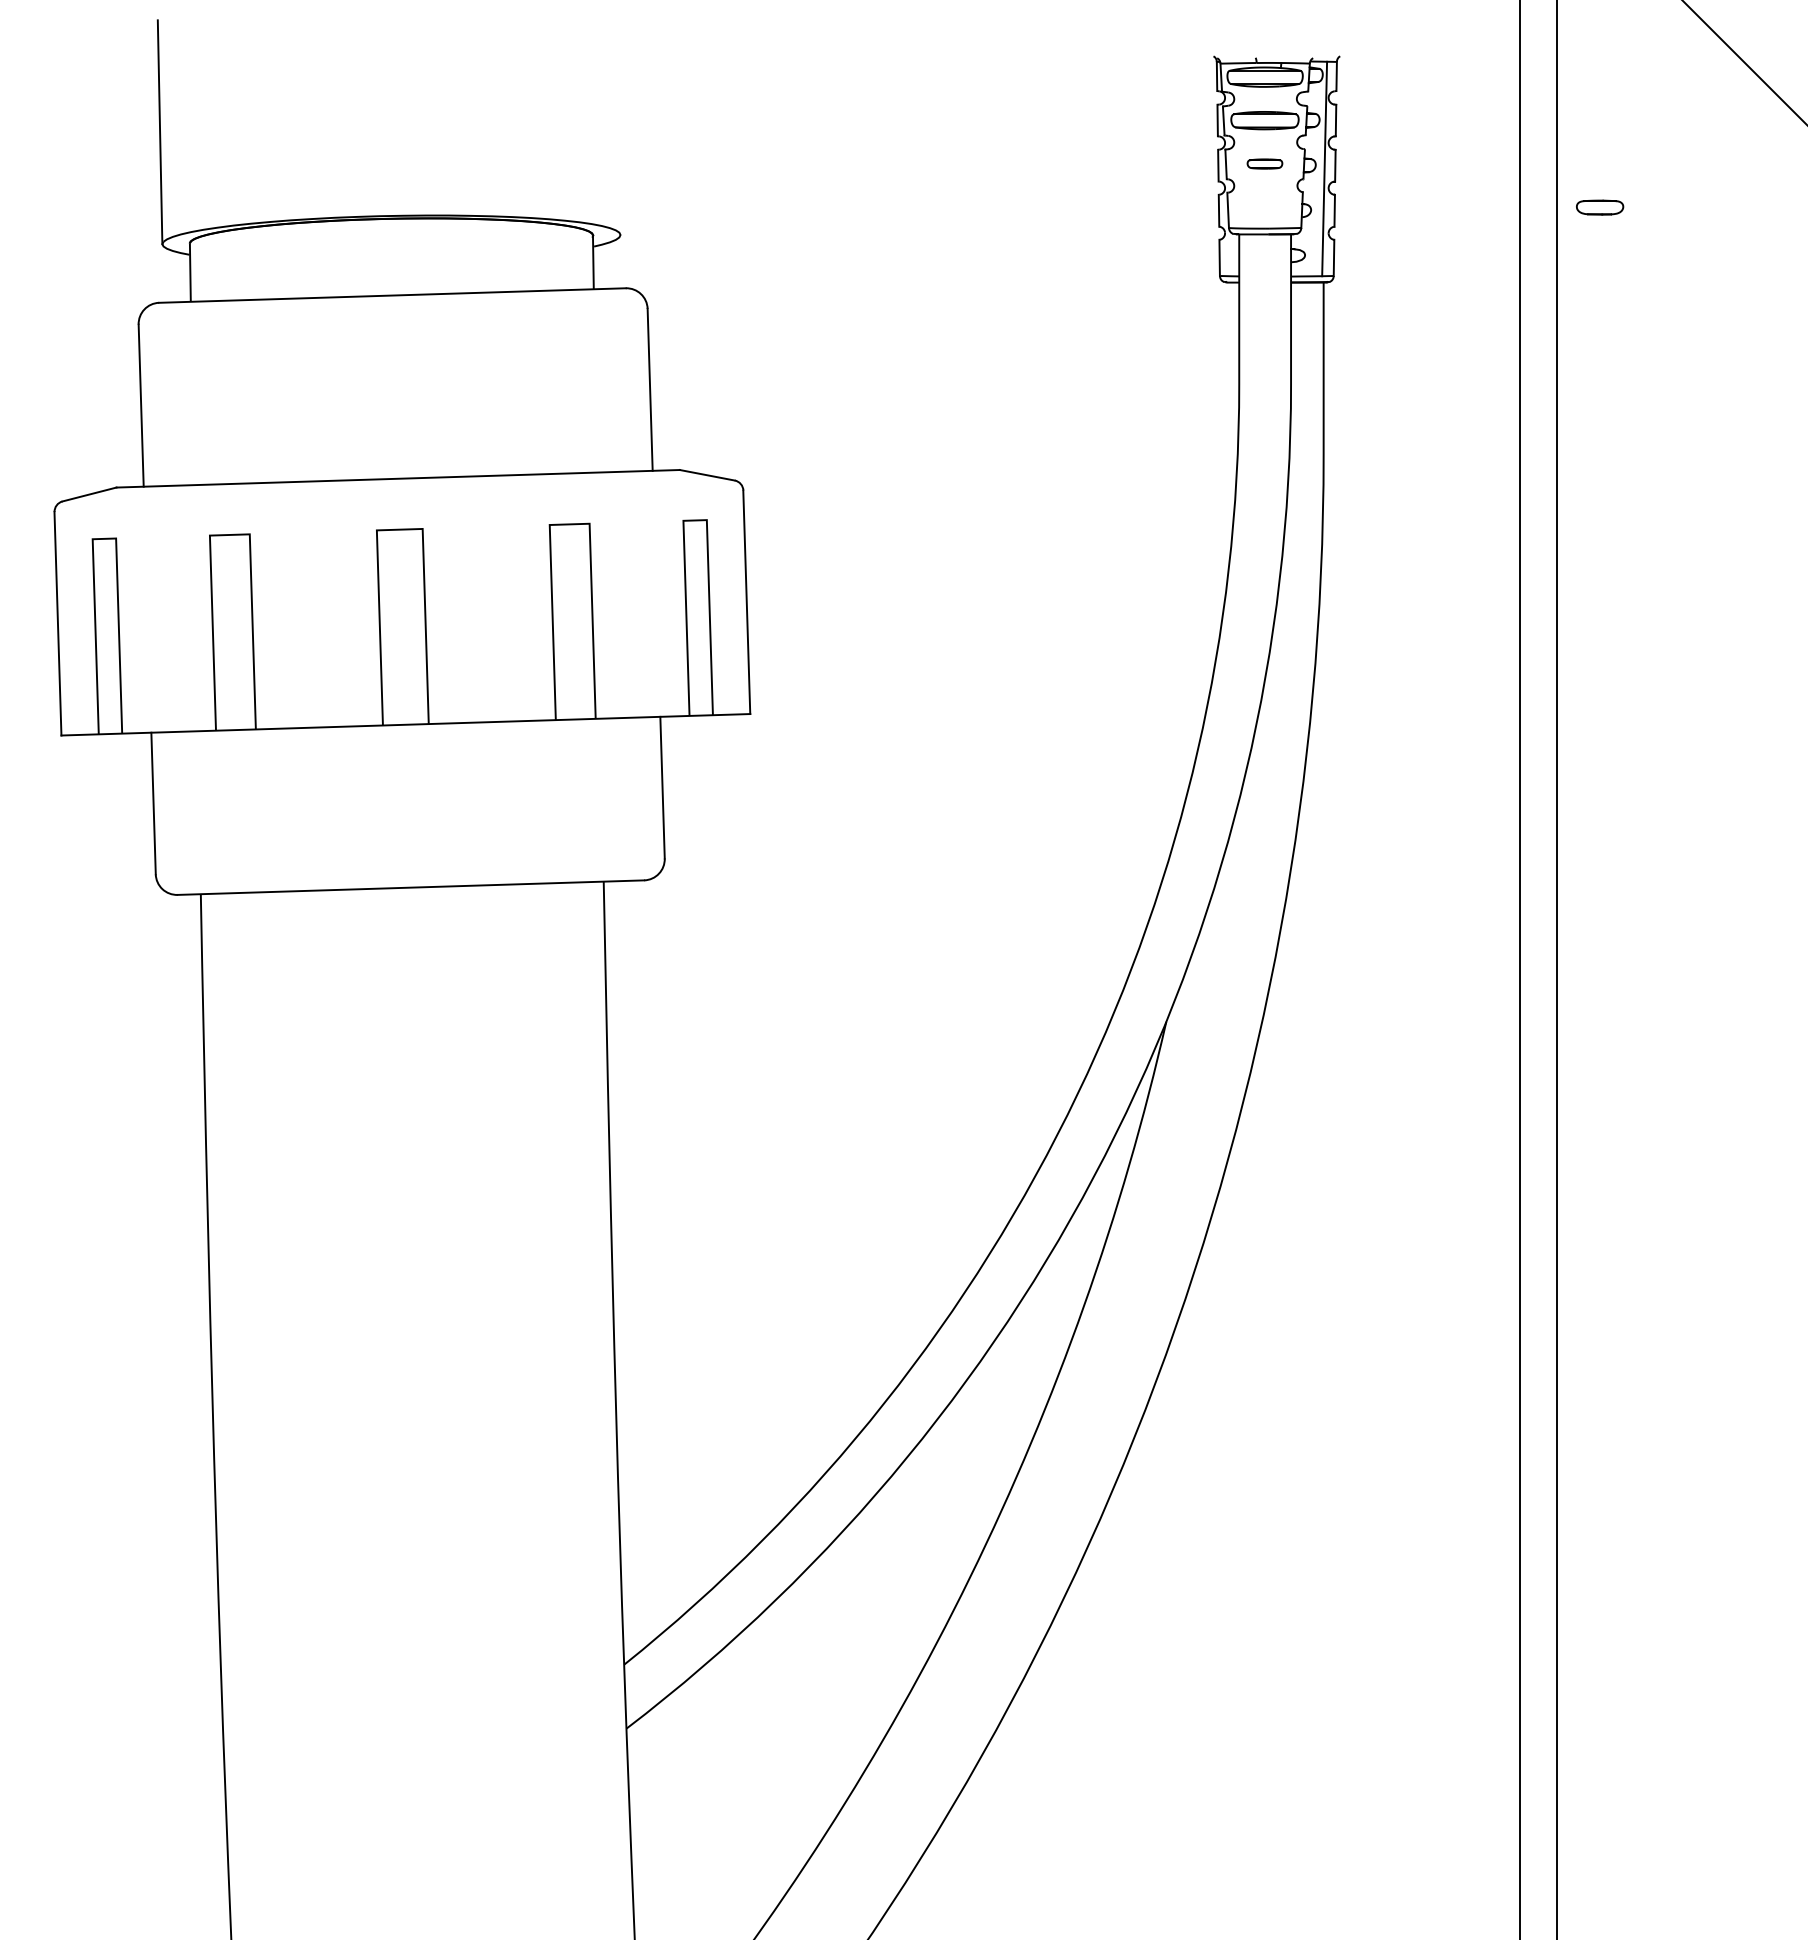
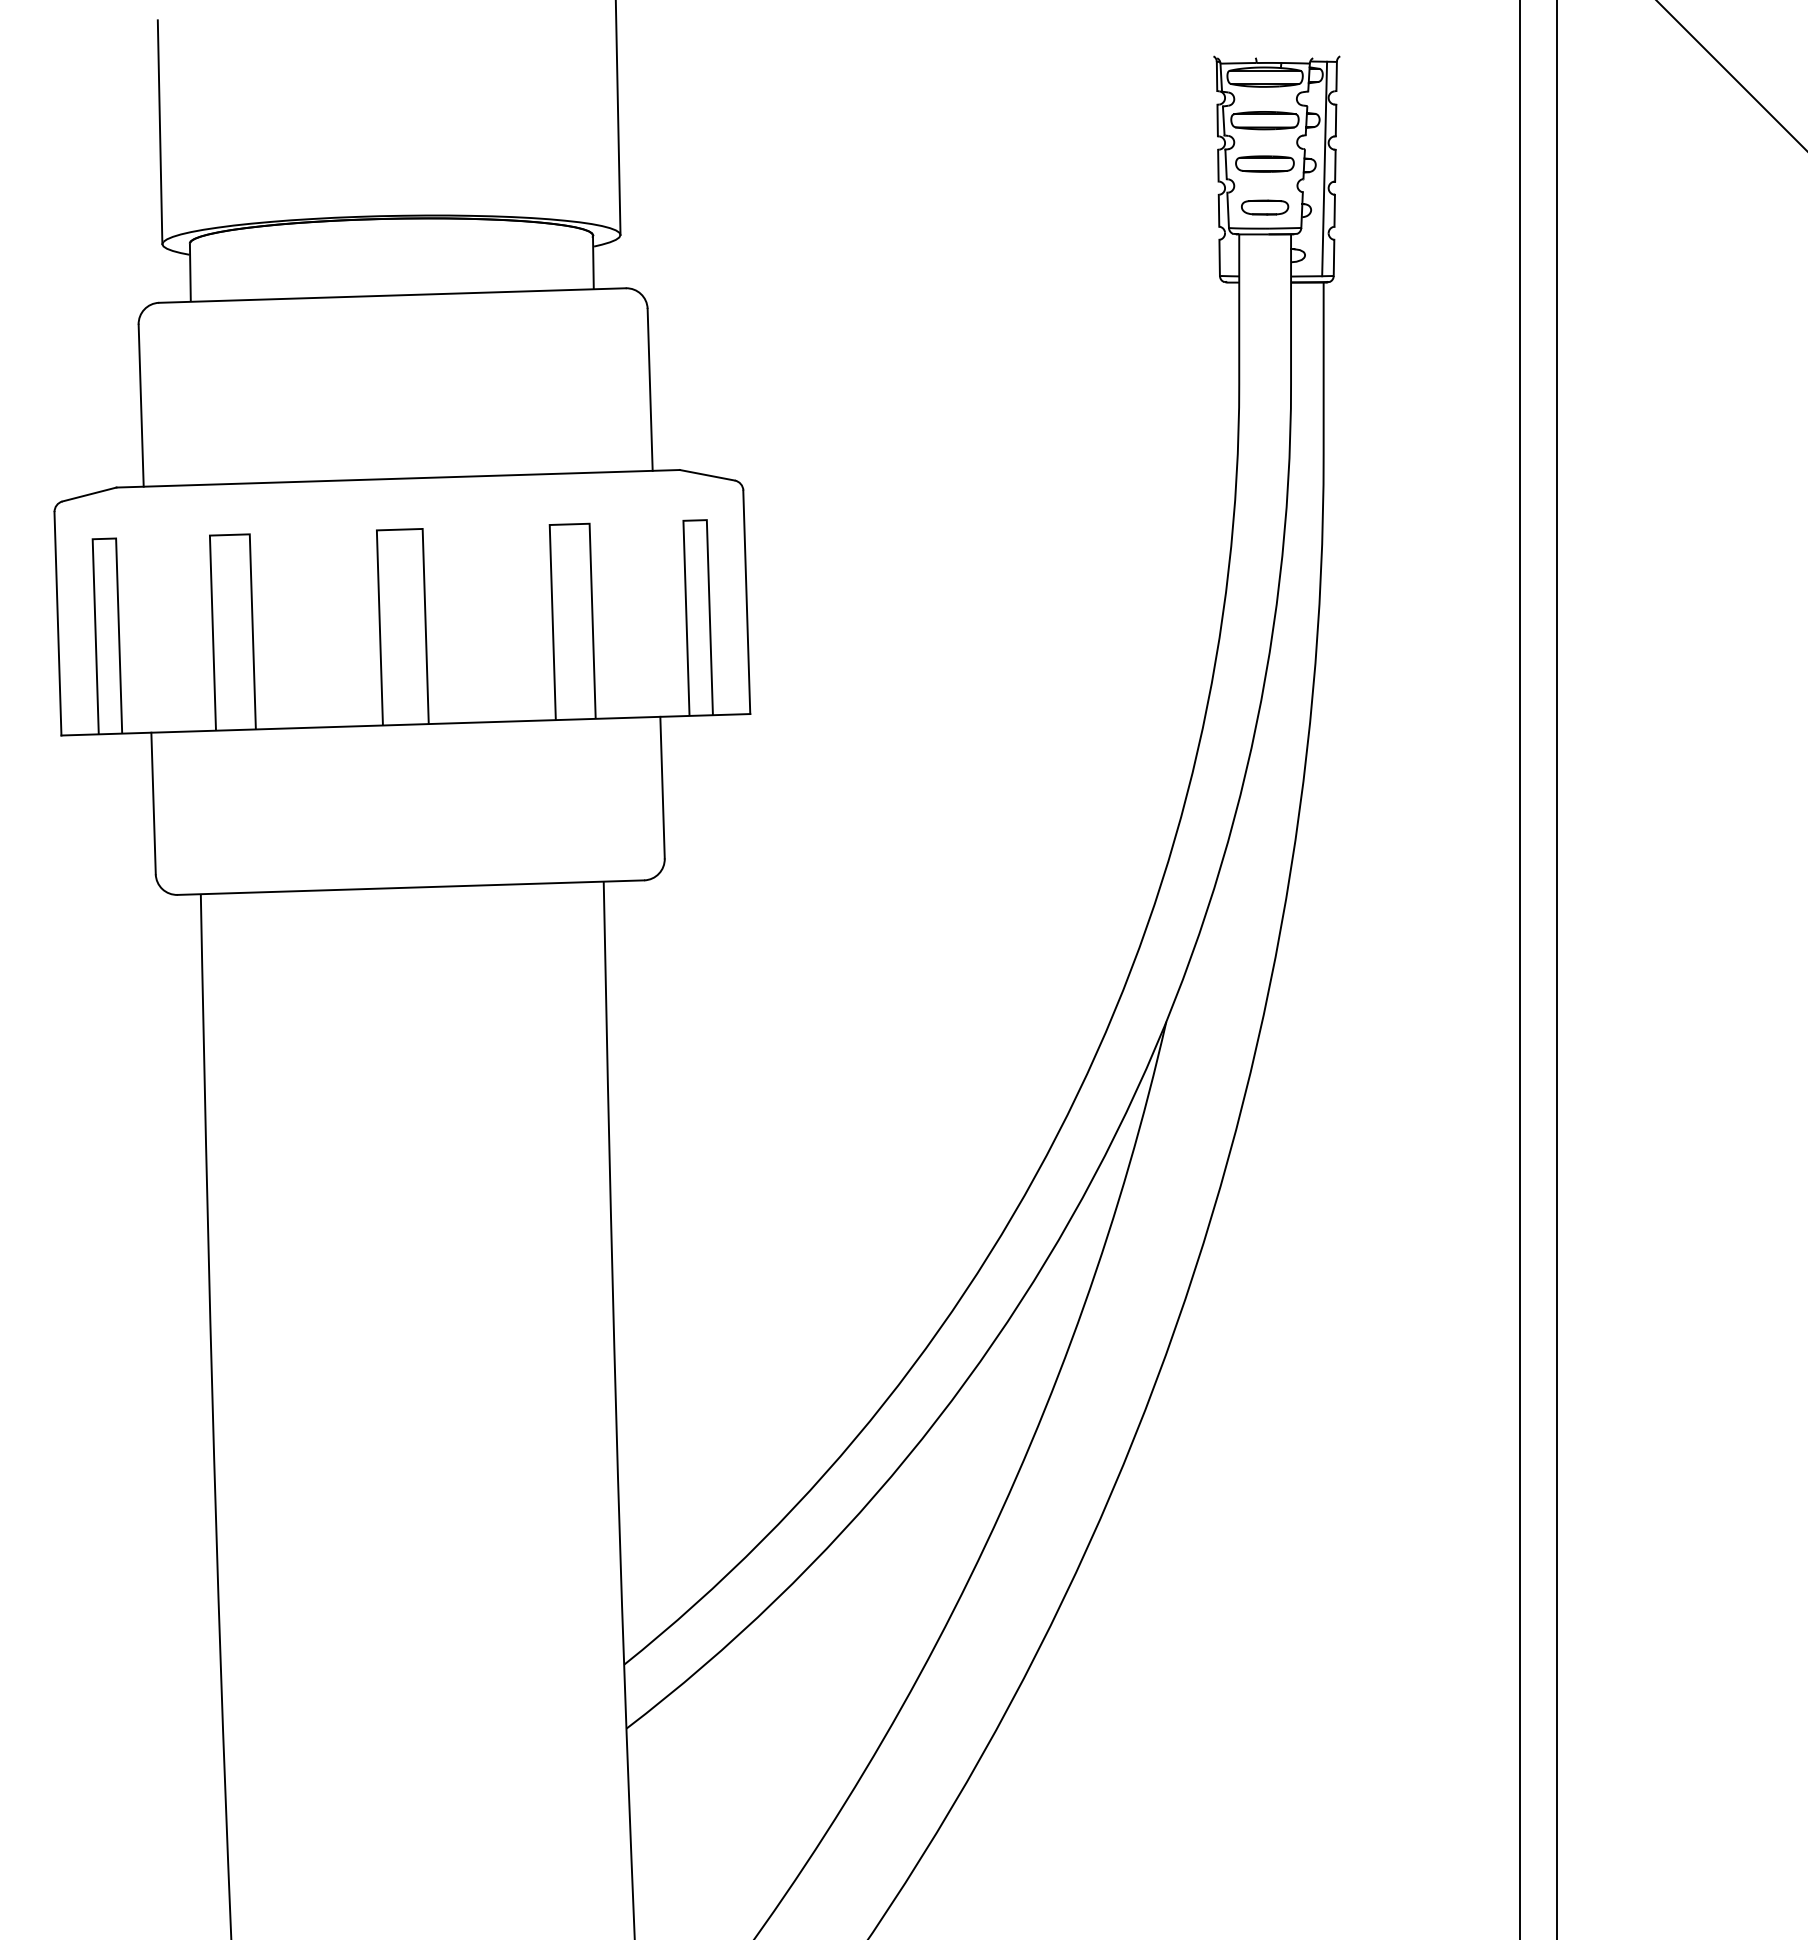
line at (1744, 62) position: (1744, 62) -> (1731, 75)
line at (617, 118): none -> present
part at (1264, 163) size: 38x12 px -> 60x18 px
part at (1600, 207) position: (1600, 207) -> (1265, 207)
